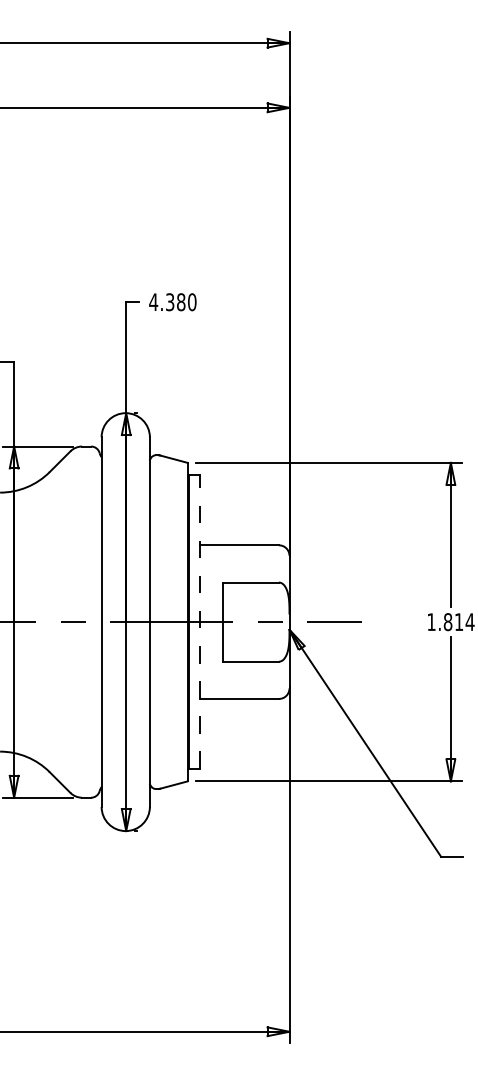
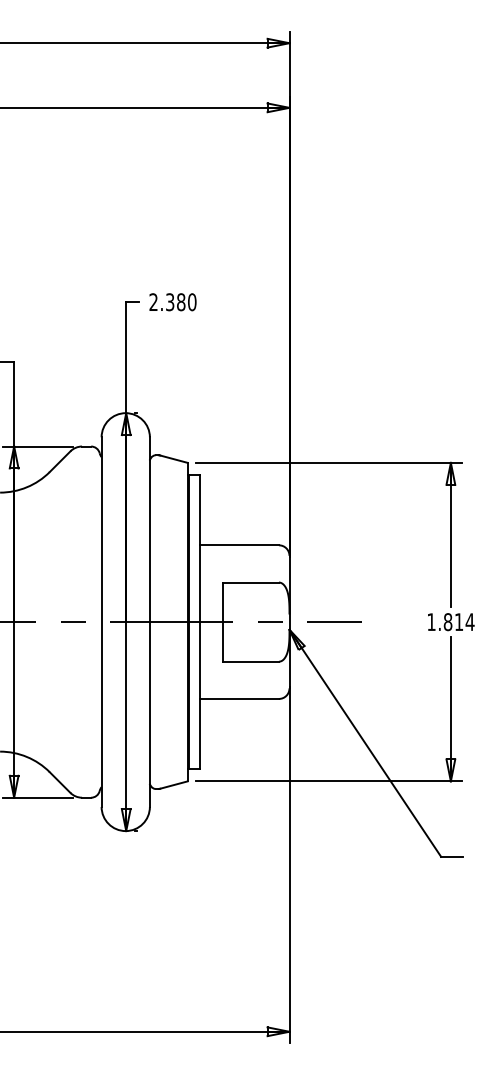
text at (153, 301): 4.380 -> 2.380
line at (200, 622): dashed -> solid
